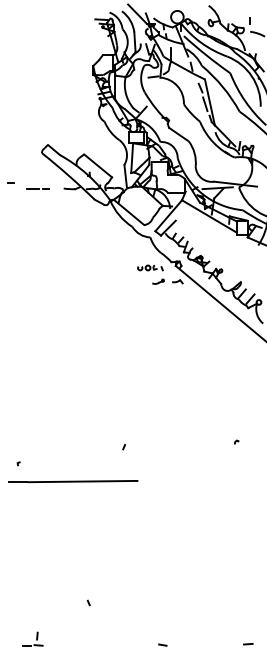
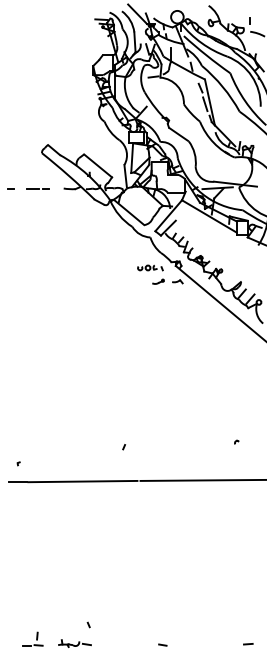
line at (10, 182) position: (10, 182) -> (10, 188)
line at (201, 479): none -> present
line at (88, 602) position: (88, 602) -> (88, 624)
part at (74, 643): none -> present
